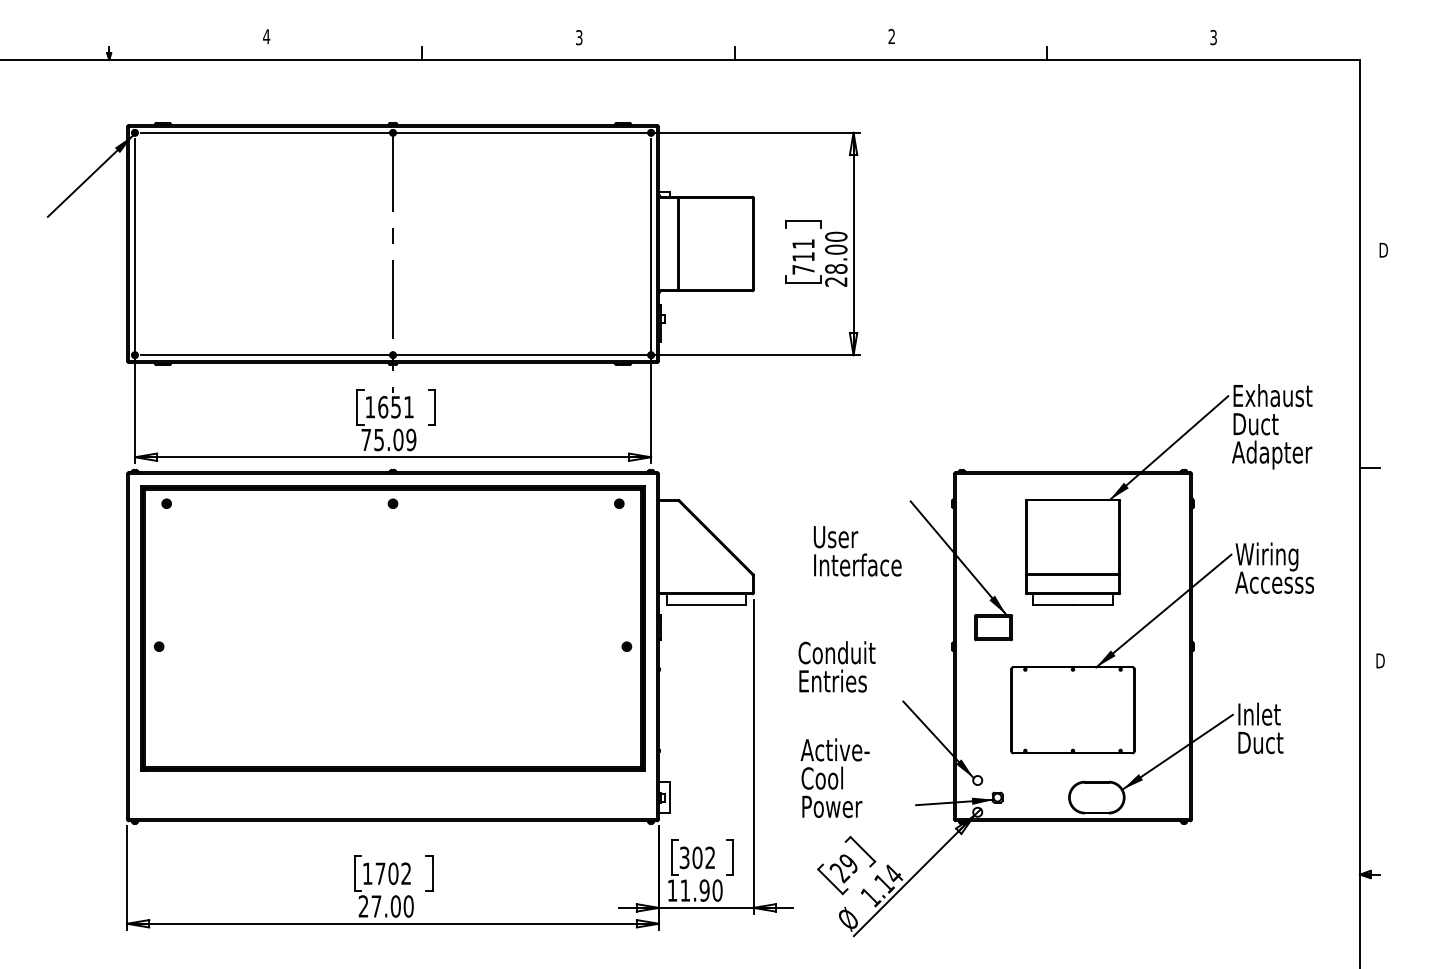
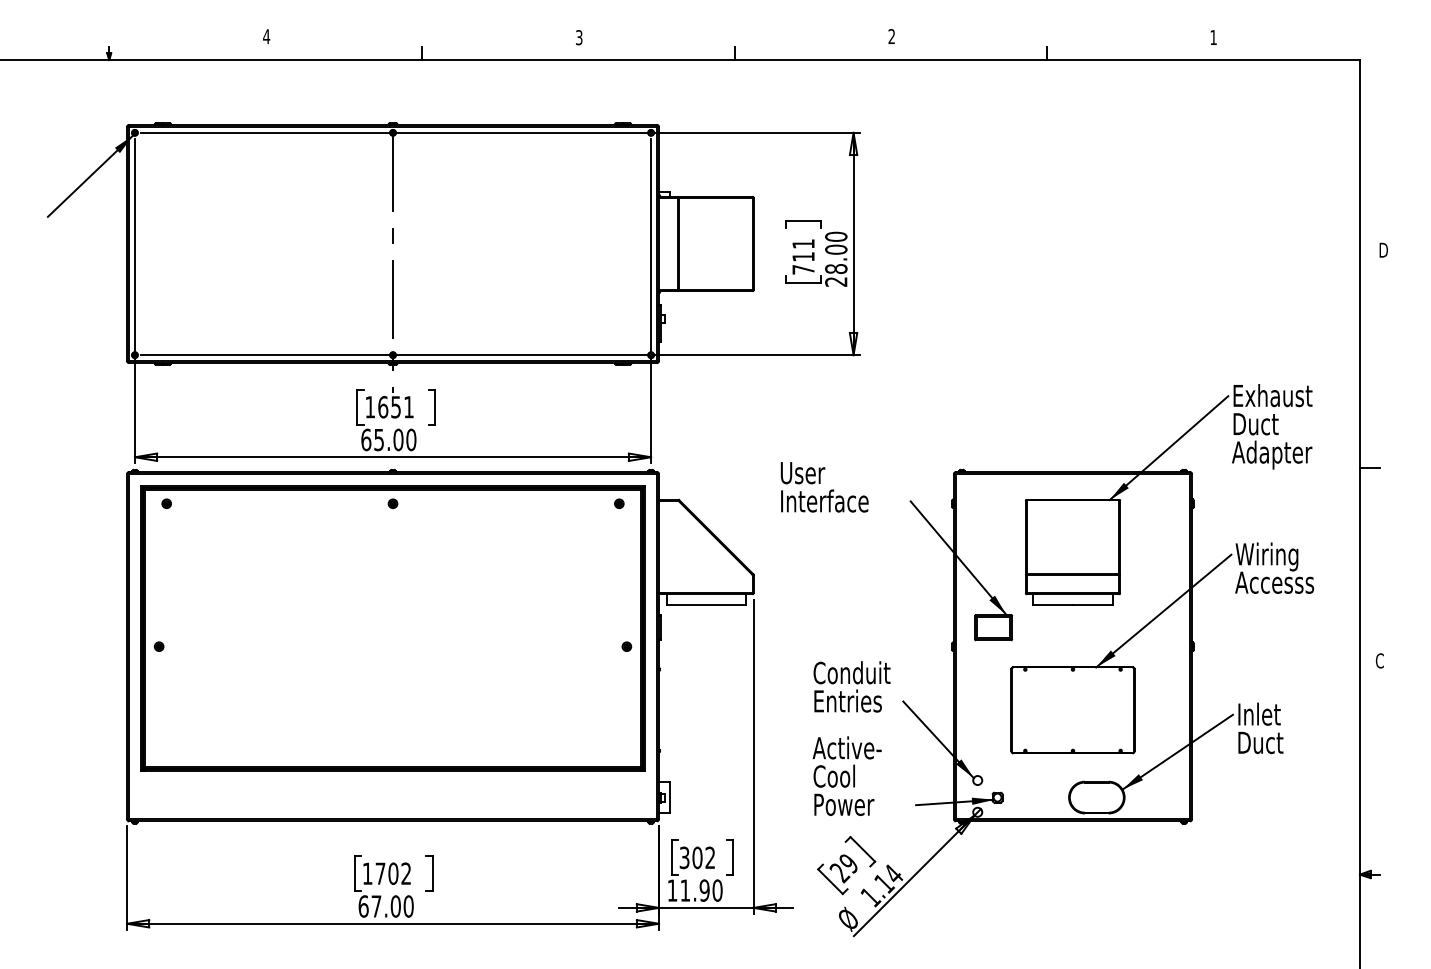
text at (1213, 37): 3 -> 1
text at (388, 439): 75.09 -> 65.00
text at (857, 551) position: (857, 551) -> (824, 487)
text at (1379, 660): D -> C
text at (836, 666) position: (836, 666) -> (851, 686)
text at (834, 777) position: (834, 777) -> (846, 775)
text at (363, 906): 27.00 -> 67.00
